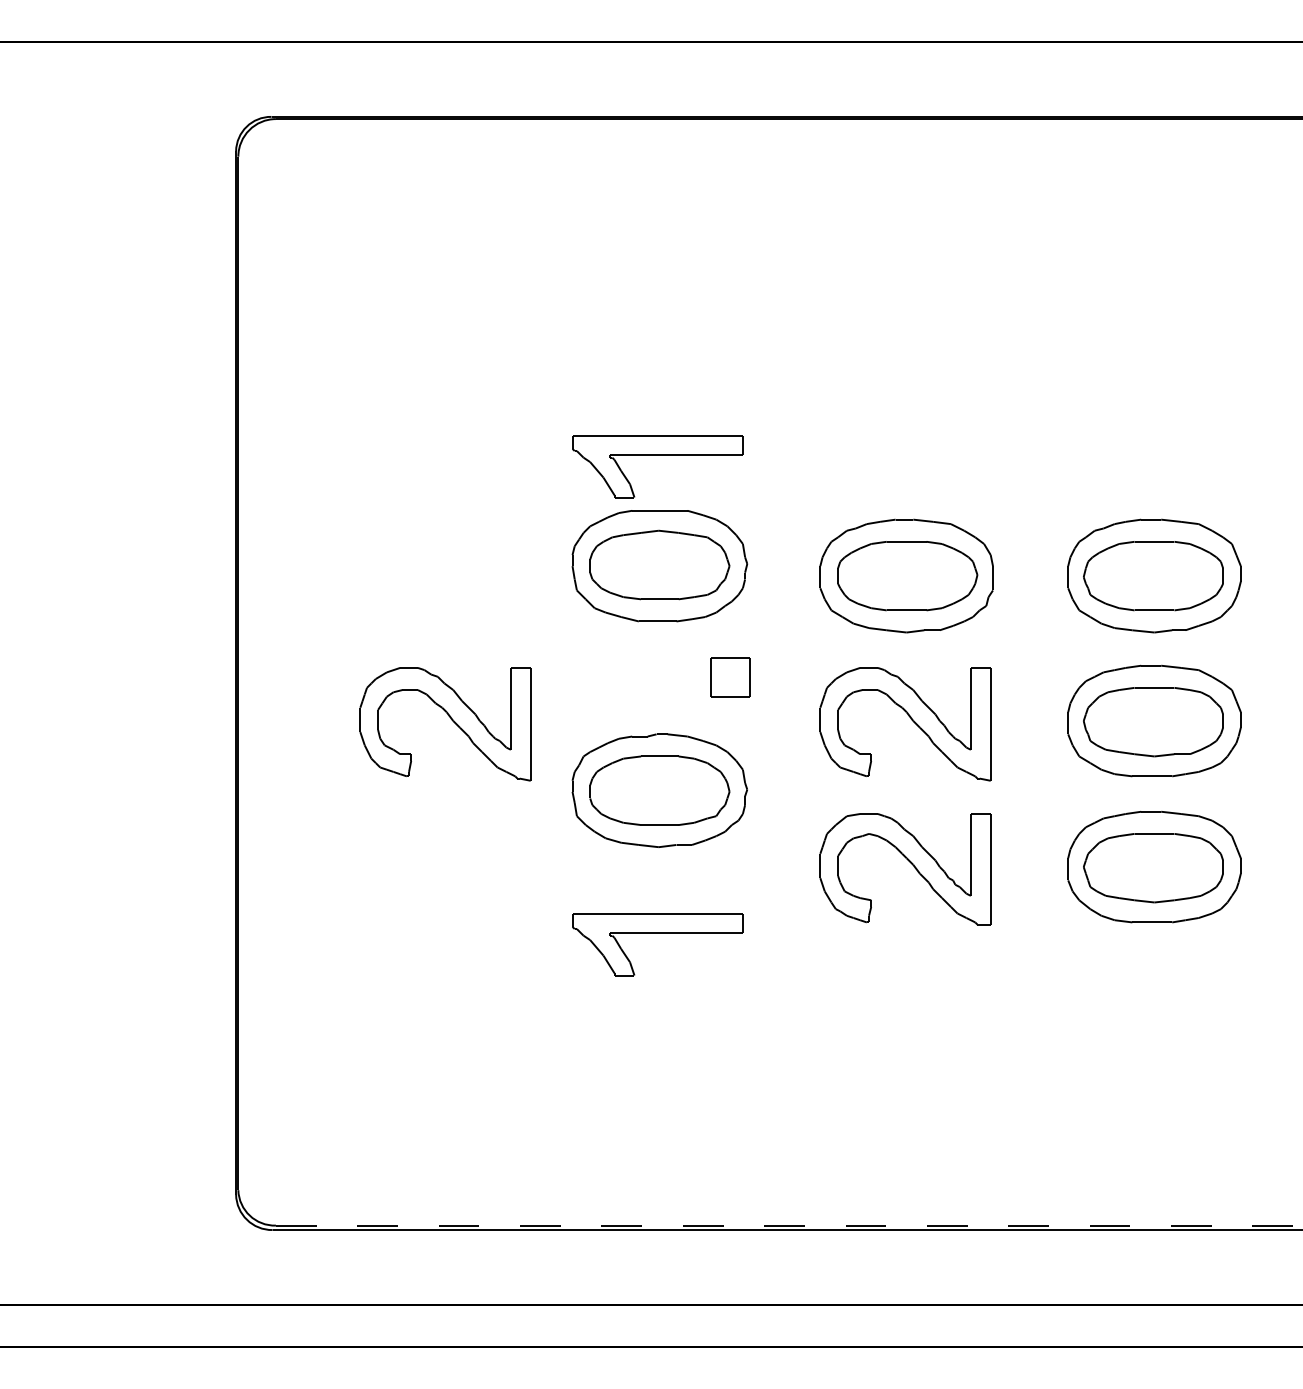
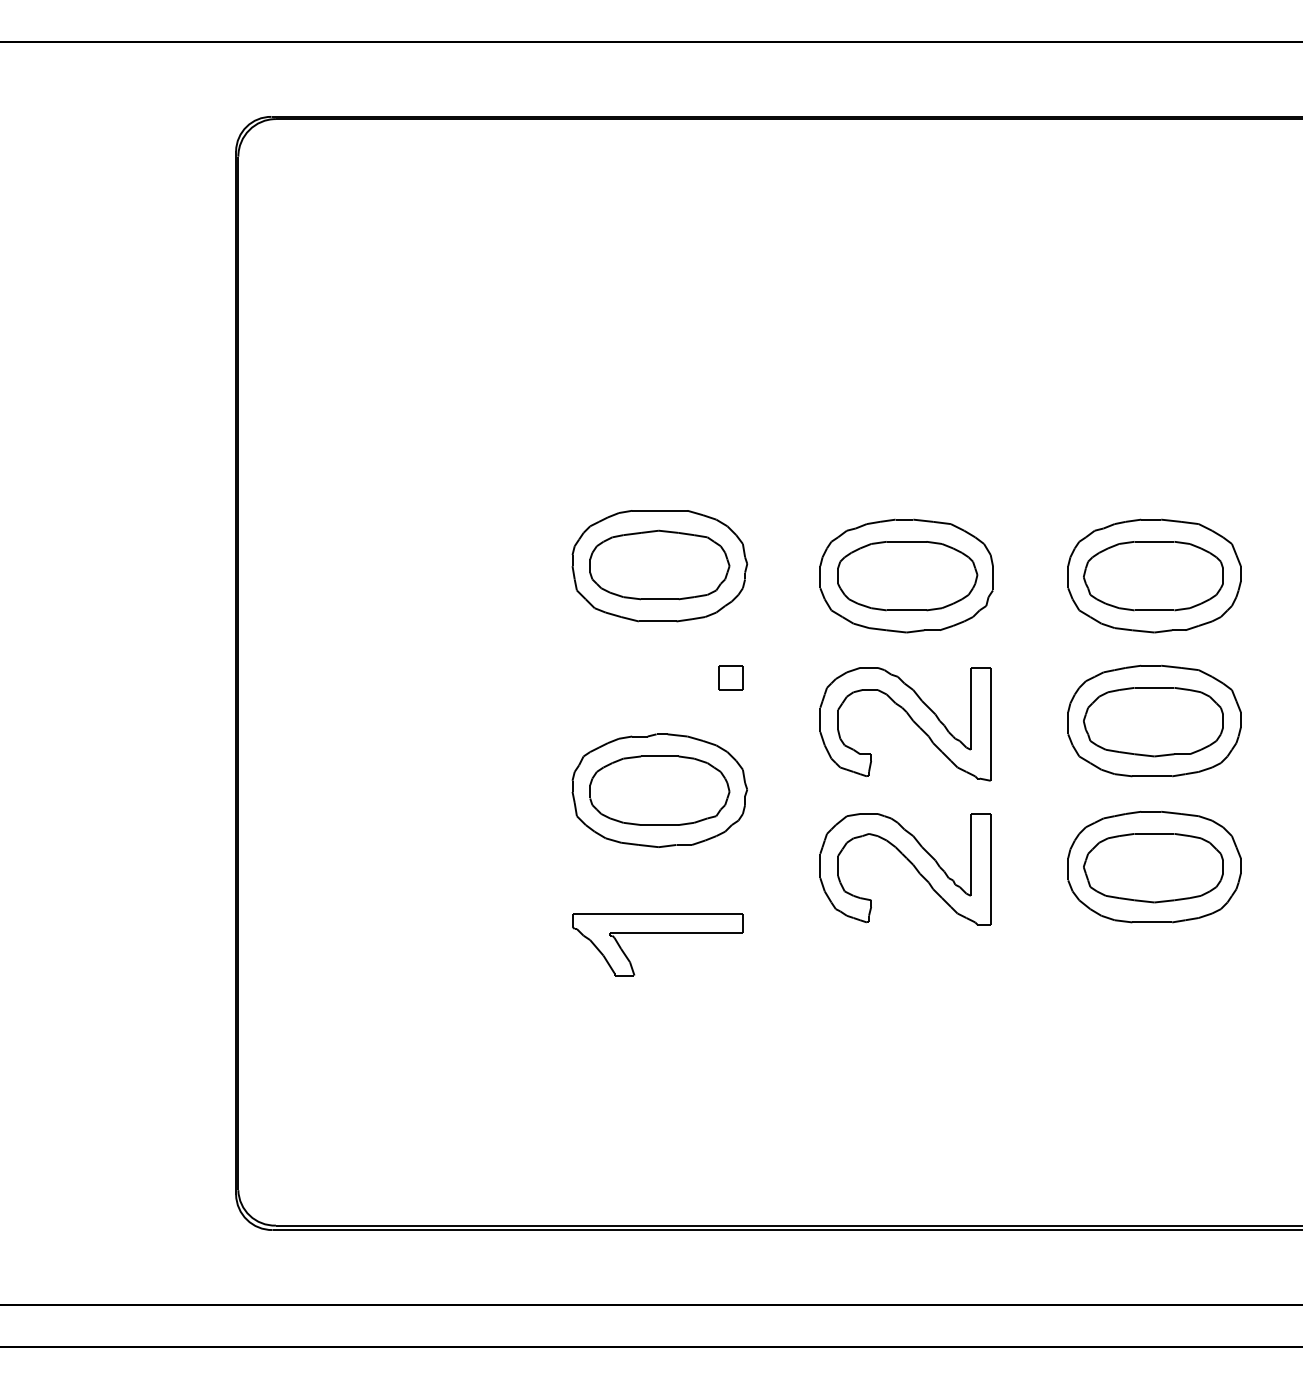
part at (657, 455): present -> none
part at (730, 677) size: 41x41 px -> 26x26 px
part at (451, 720): present -> none
line at (789, 1225): dashed -> solid
